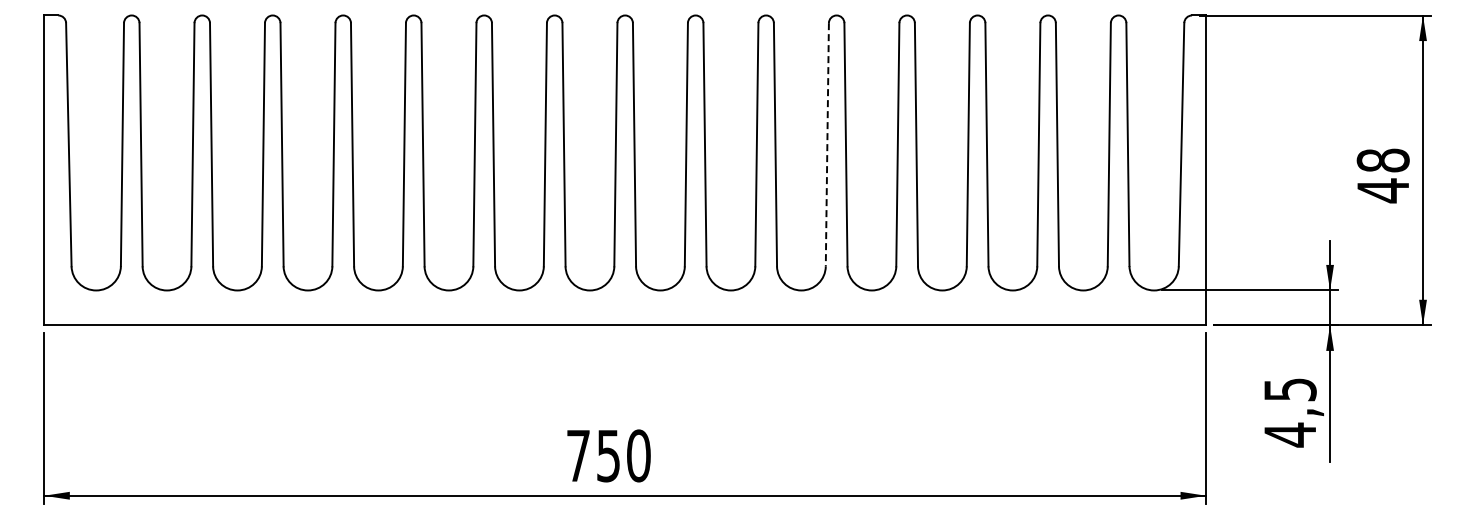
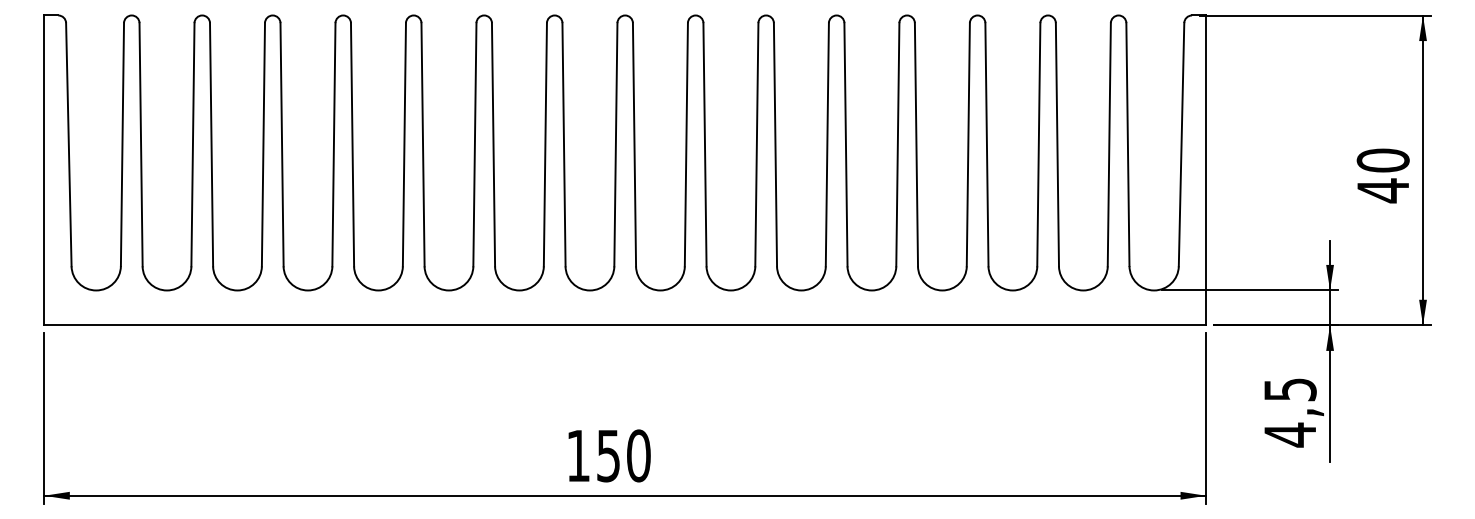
line at (827, 144): dashed -> solid
text at (1383, 160): 48 -> 40
text at (578, 455): 750 -> 150
